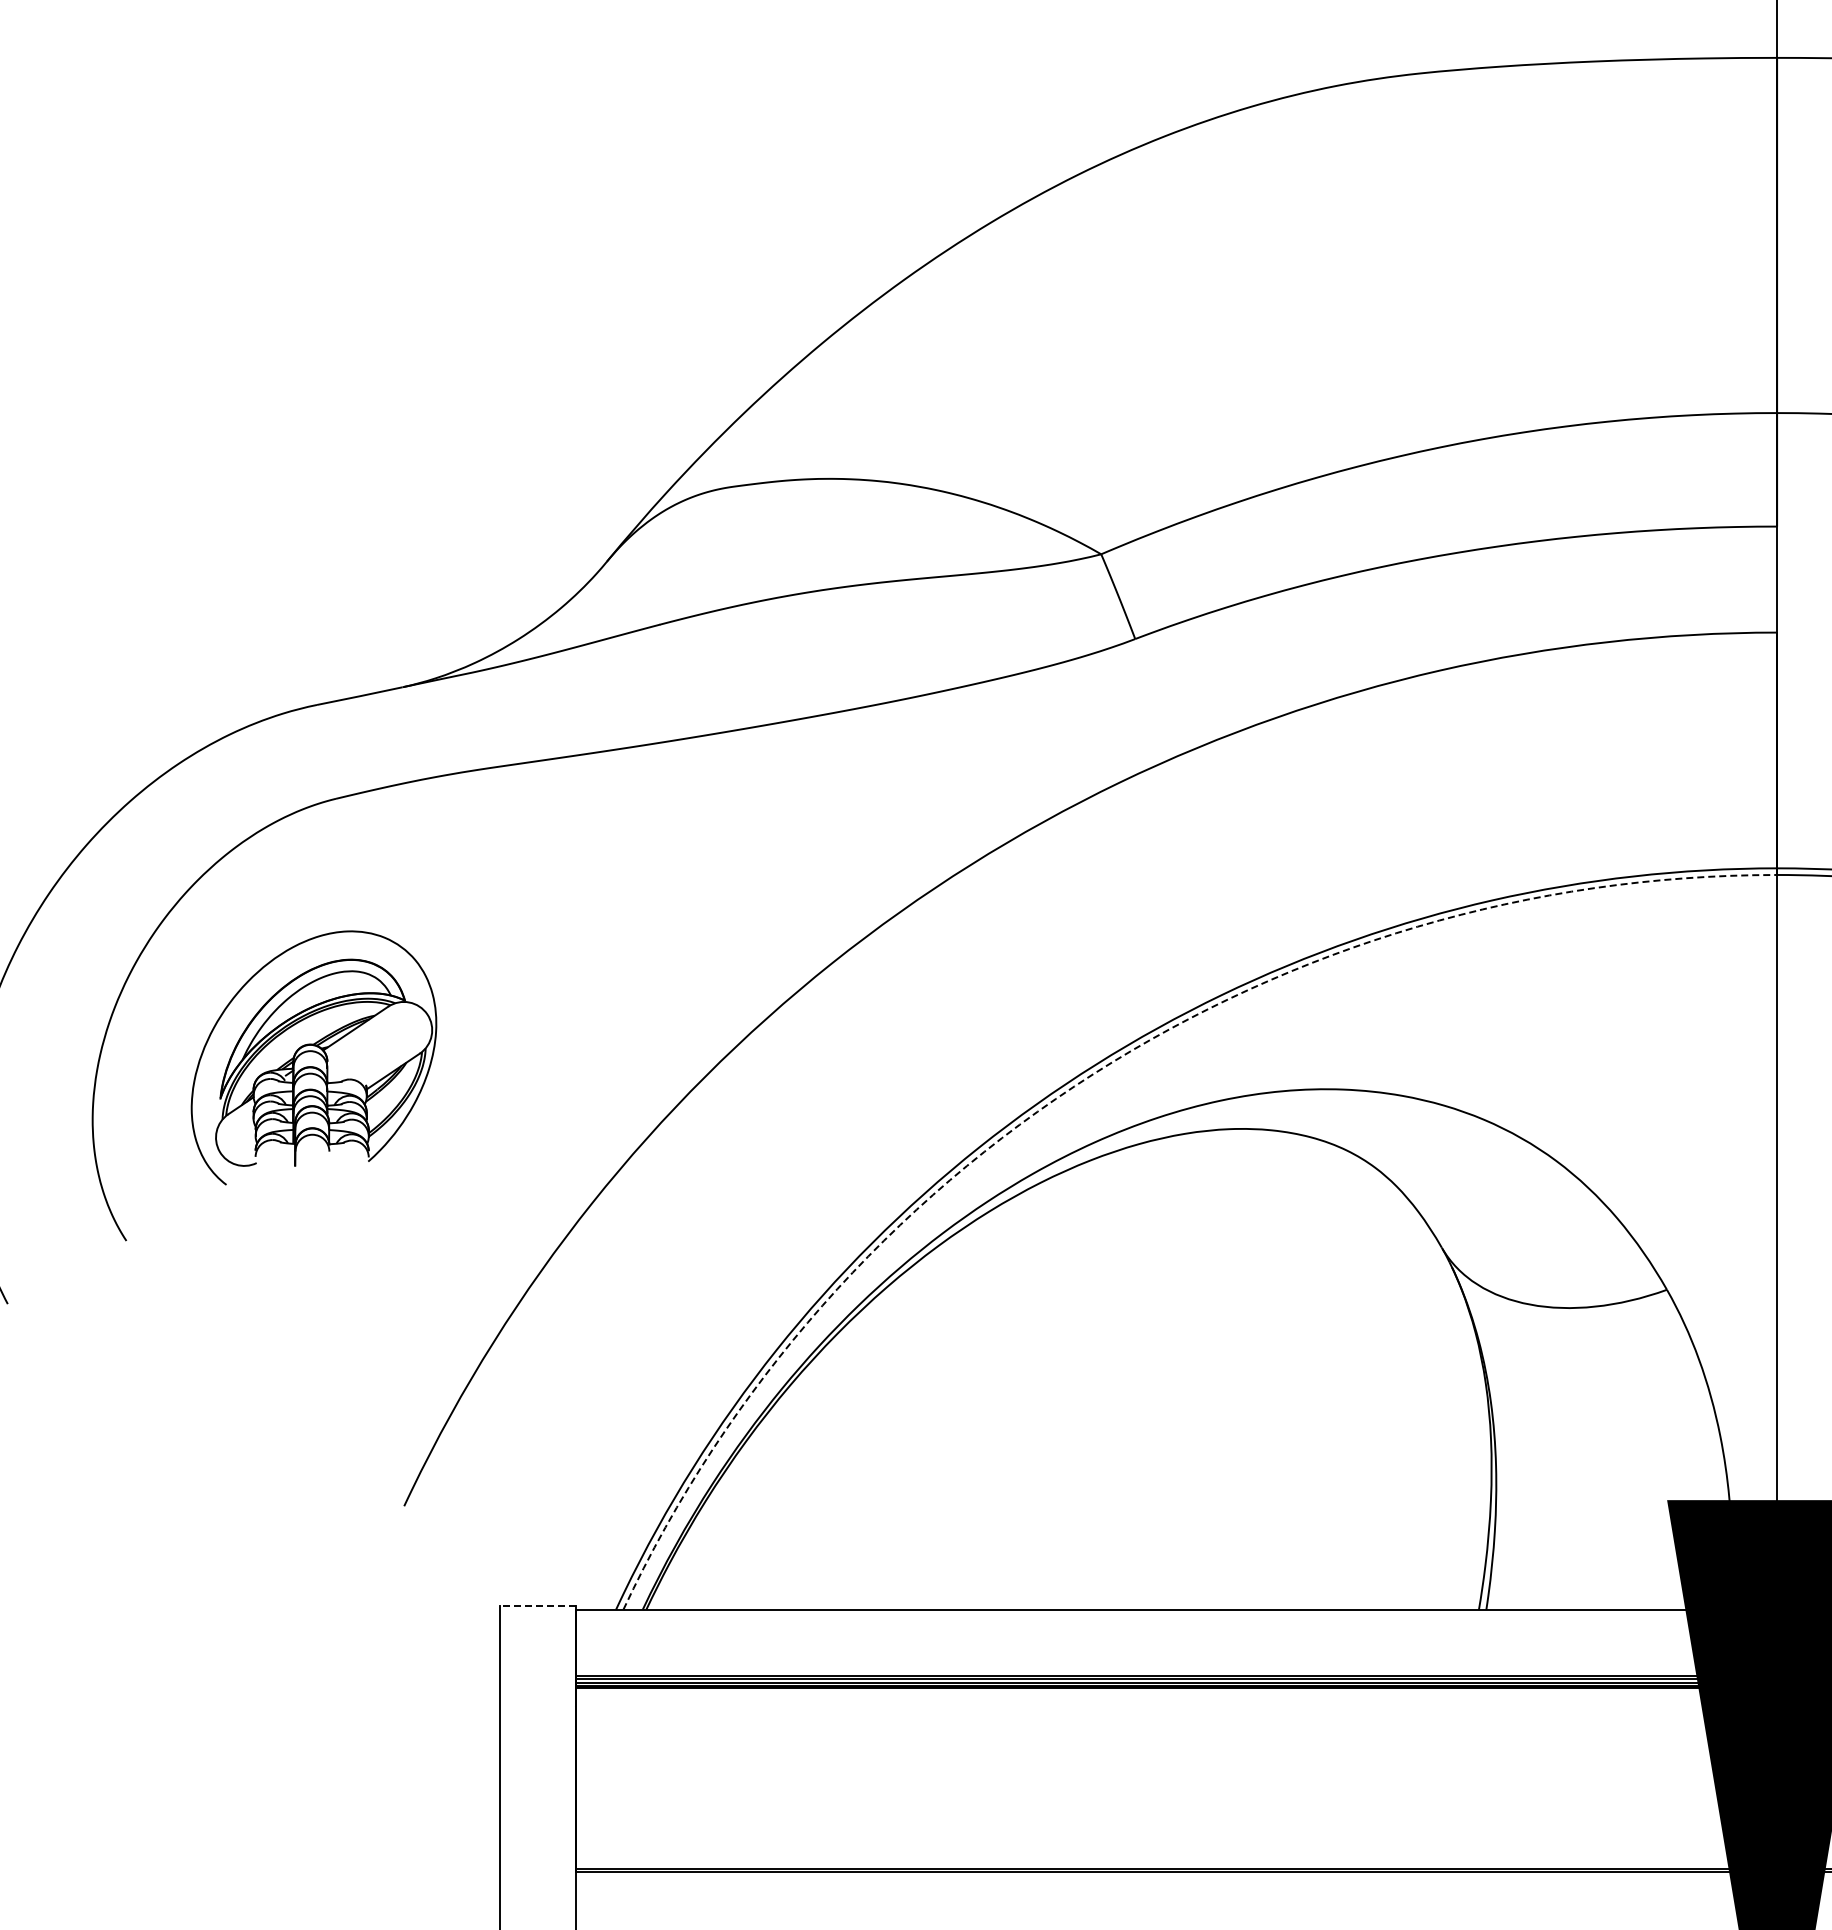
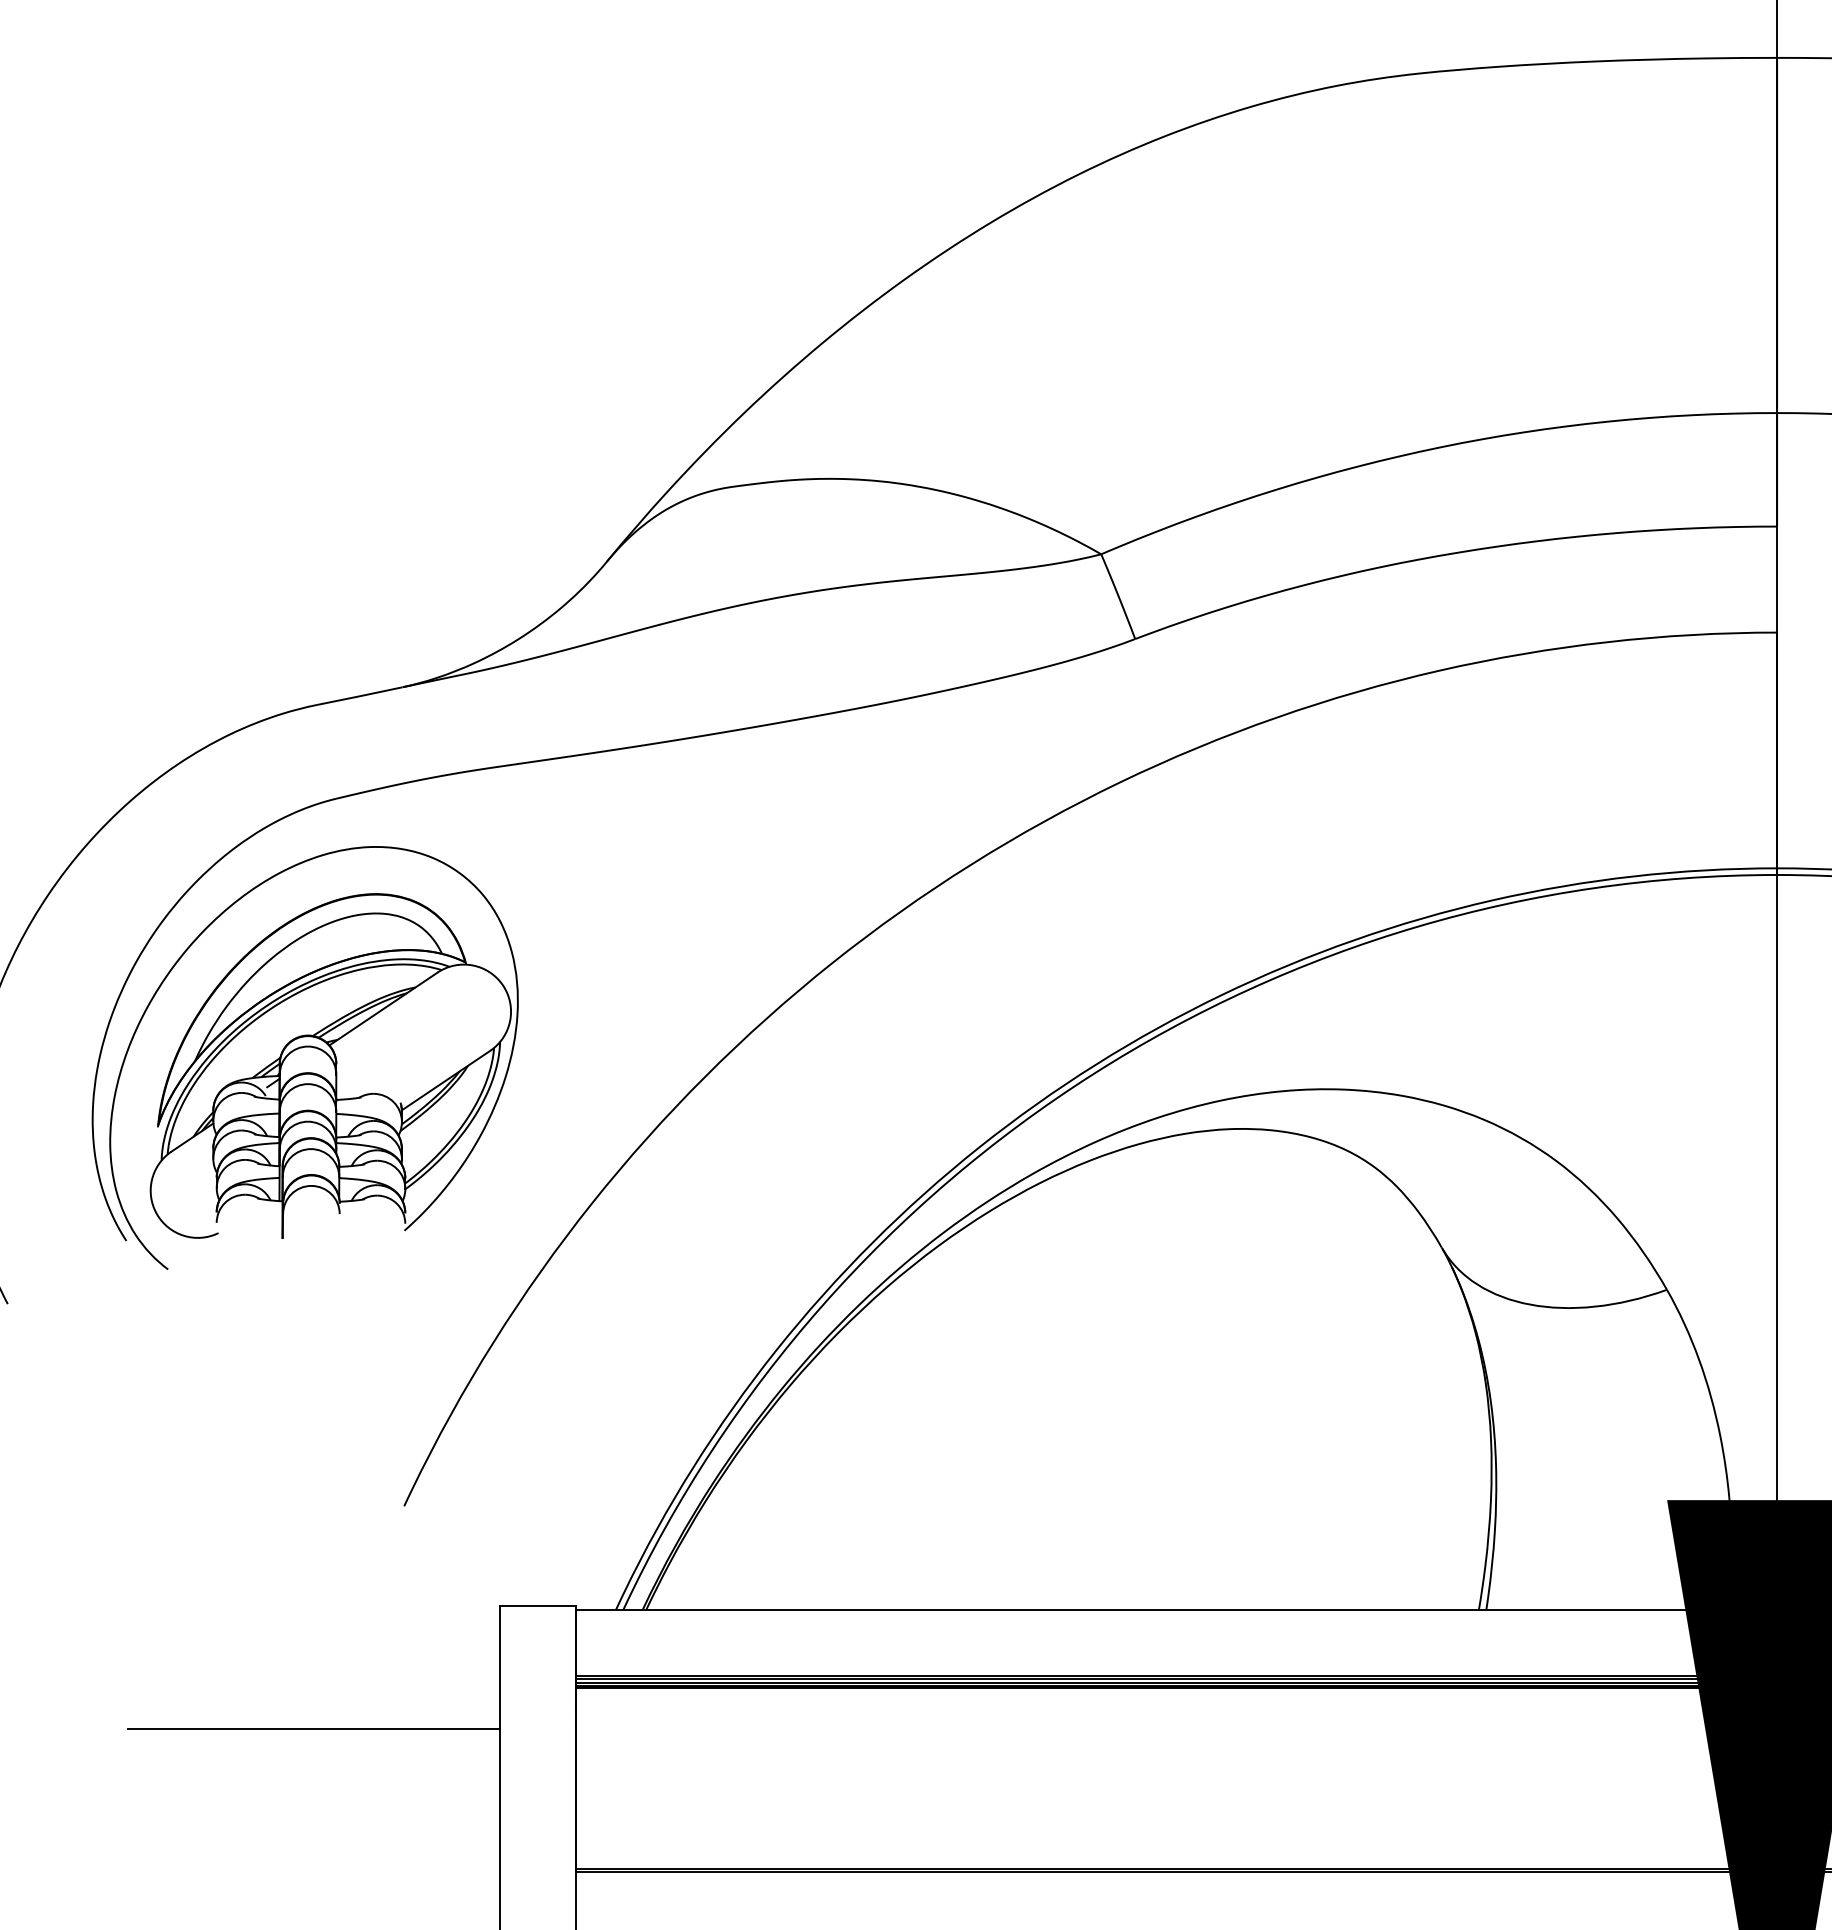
part at (313, 1057) size: 248x256 px -> 410x424 px
arc at (1093, 1074): dashed -> solid
line at (538, 1606): dashed -> solid
line at (313, 1729): none -> present
